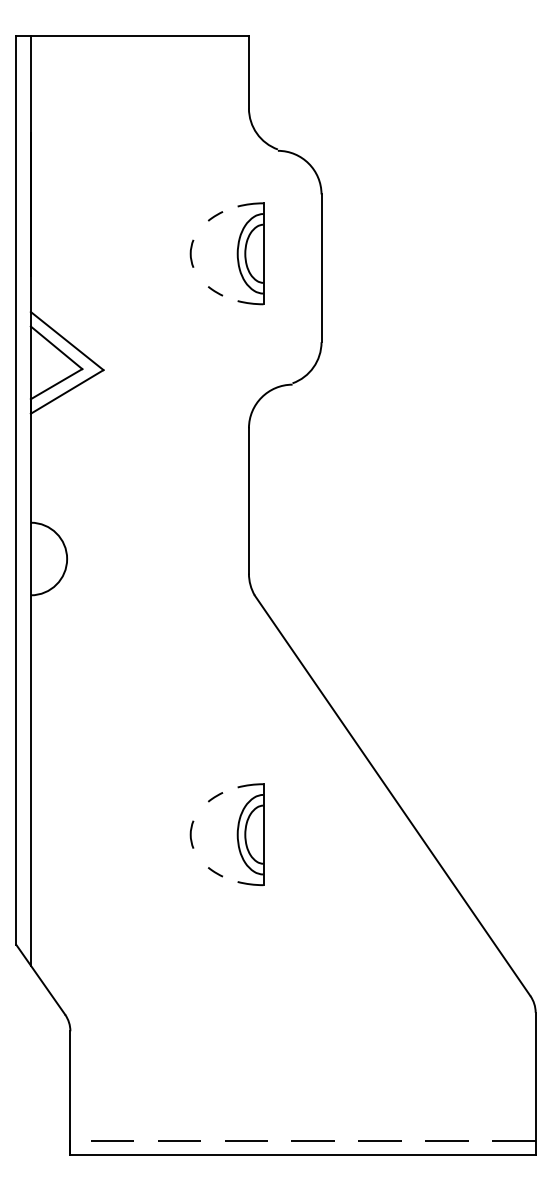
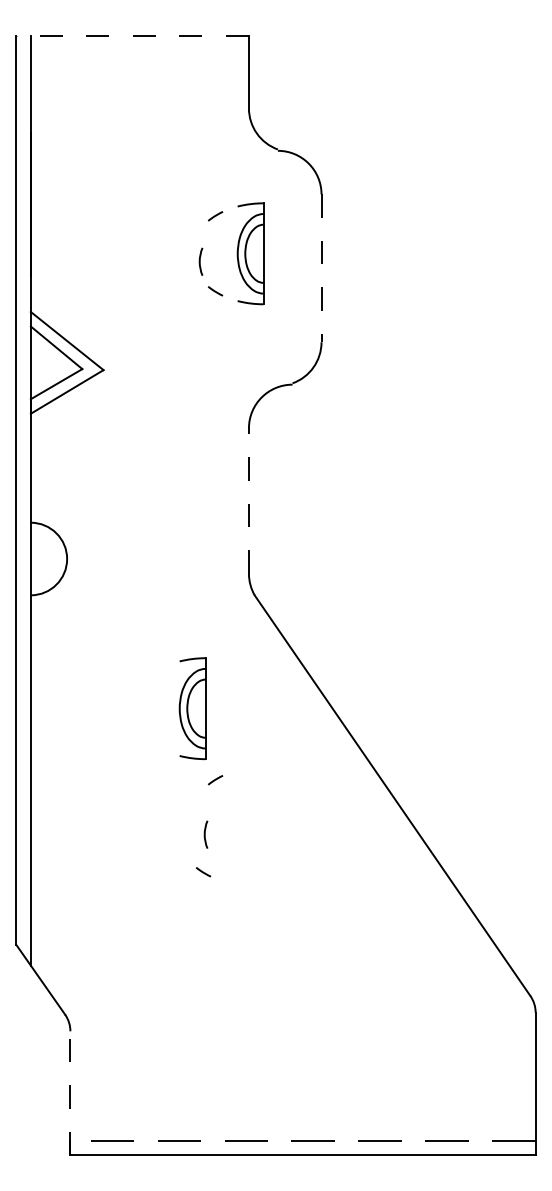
line at (132, 35): solid -> dashed
curve at (191, 253) position: (191, 253) -> (200, 261)
line at (321, 268): solid -> dashed
line at (248, 500): solid -> dashed
line at (215, 797) position: (215, 797) -> (215, 780)
curve at (191, 834) position: (191, 834) -> (205, 834)
part at (250, 834) position: (250, 834) -> (192, 708)
line at (215, 872) position: (215, 872) -> (203, 872)
line at (70, 1093): solid -> dashed
